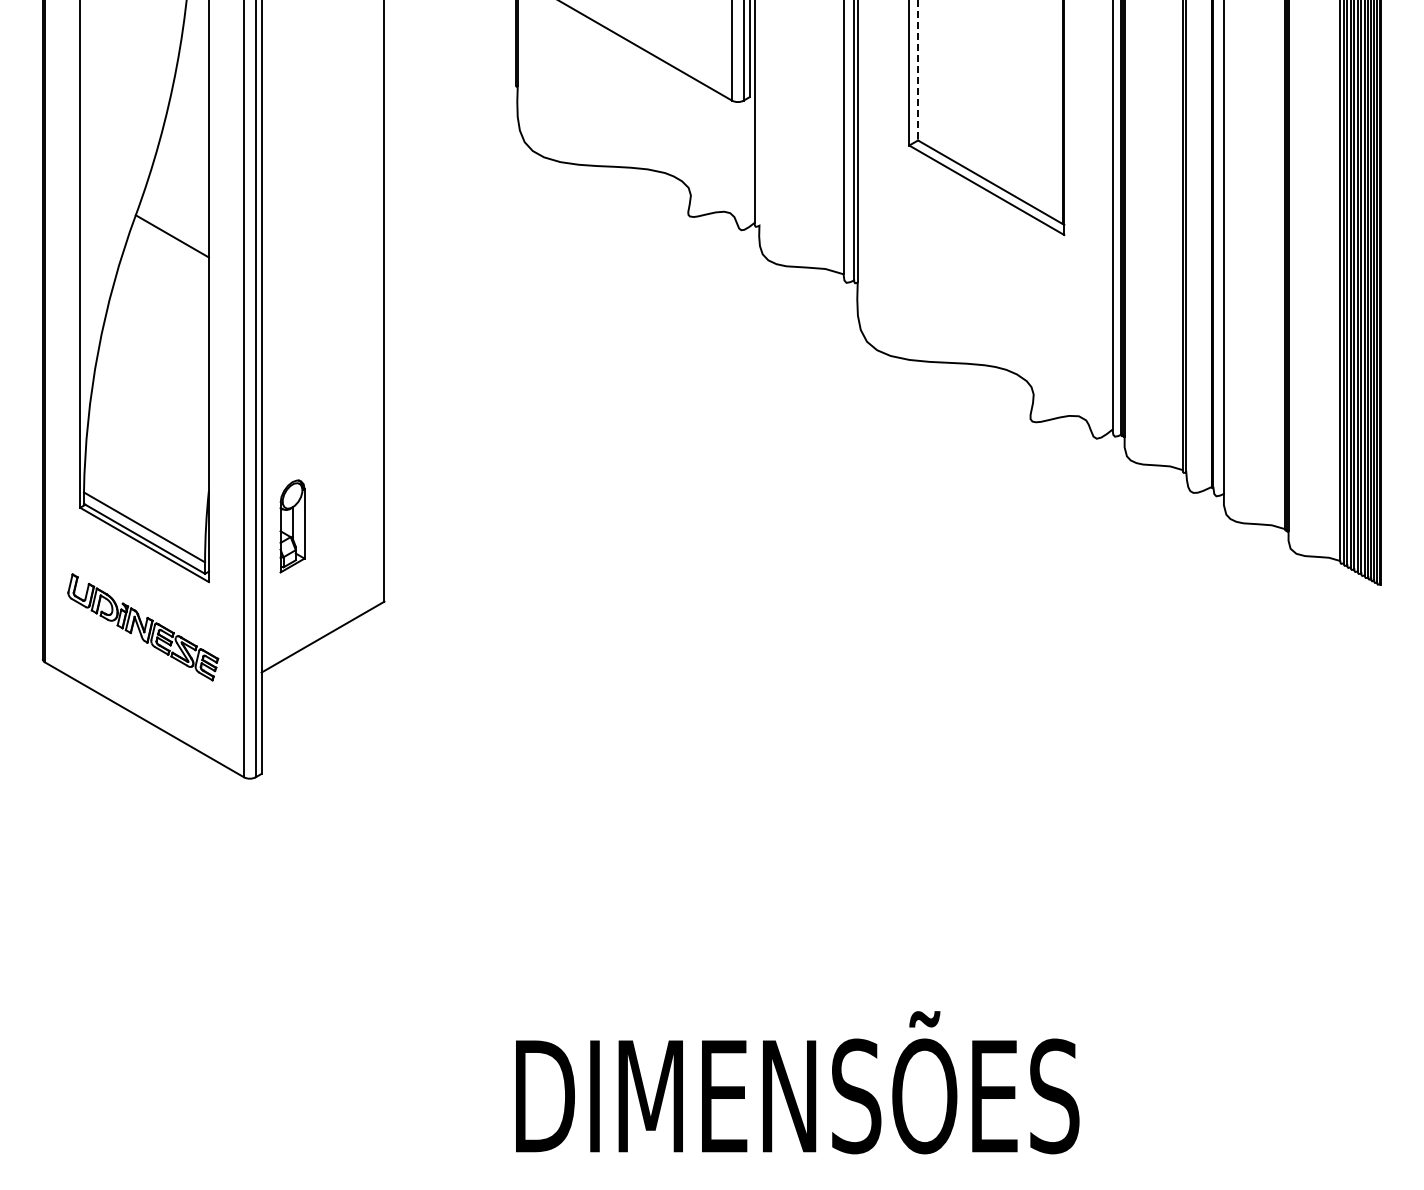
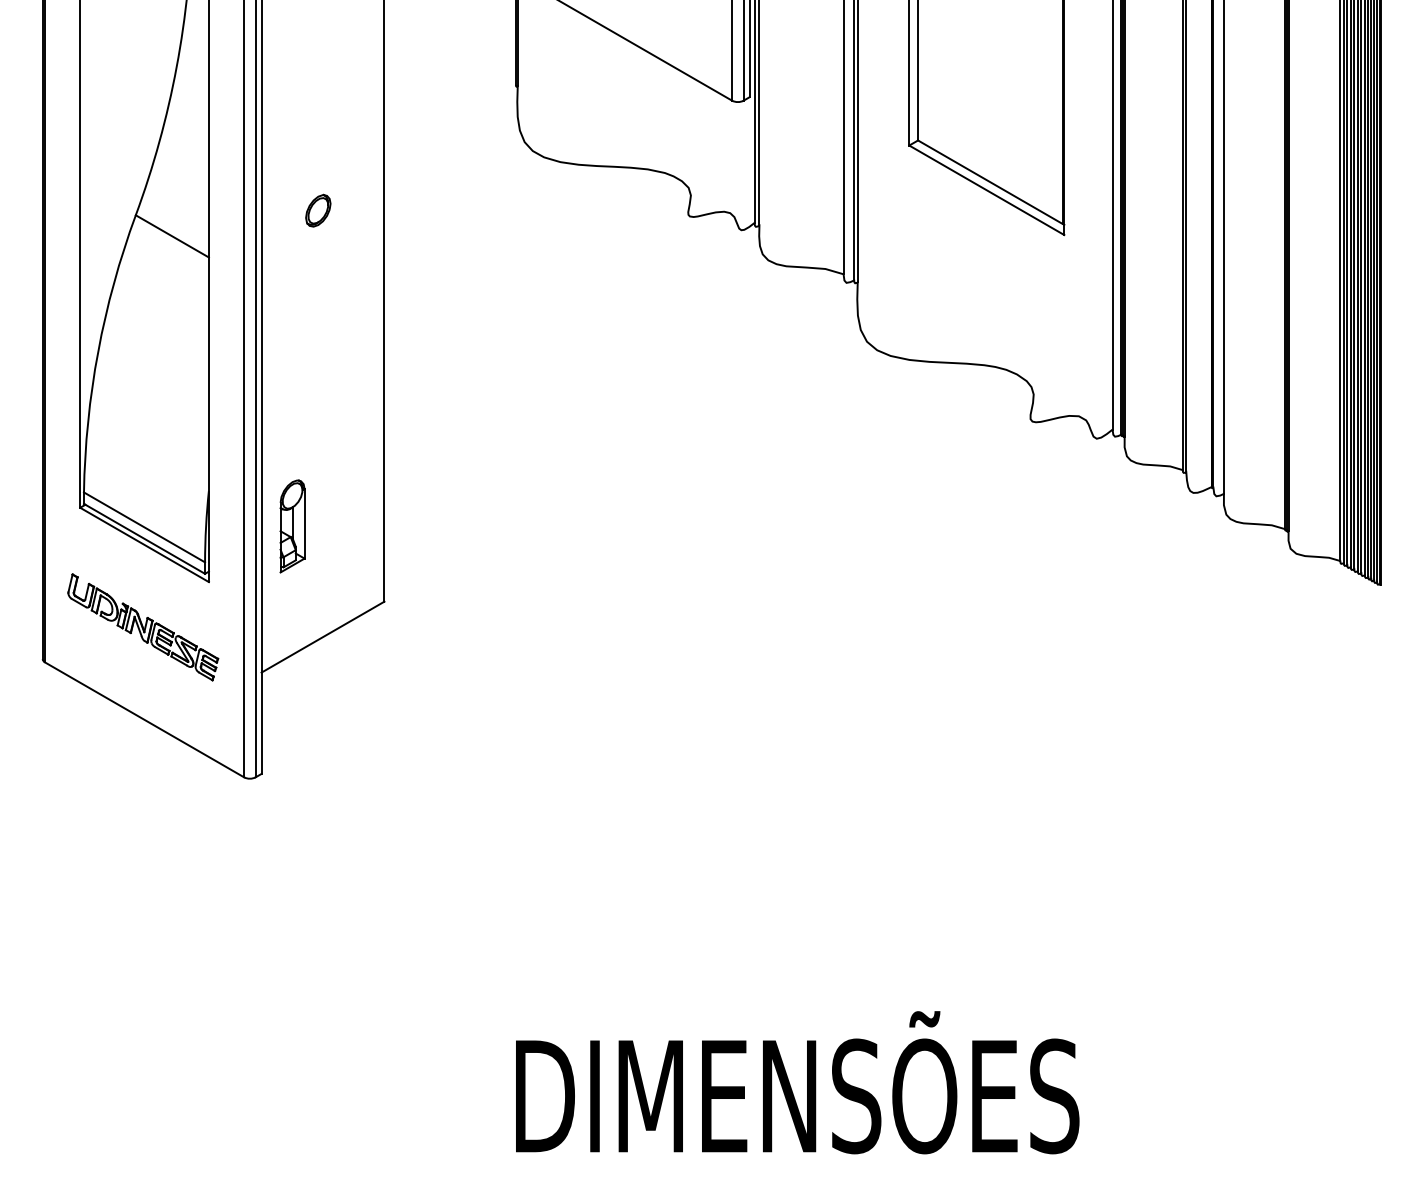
line at (918, 70): dashed -> solid
line at (759, 113): none -> present
part at (318, 210): none -> present
